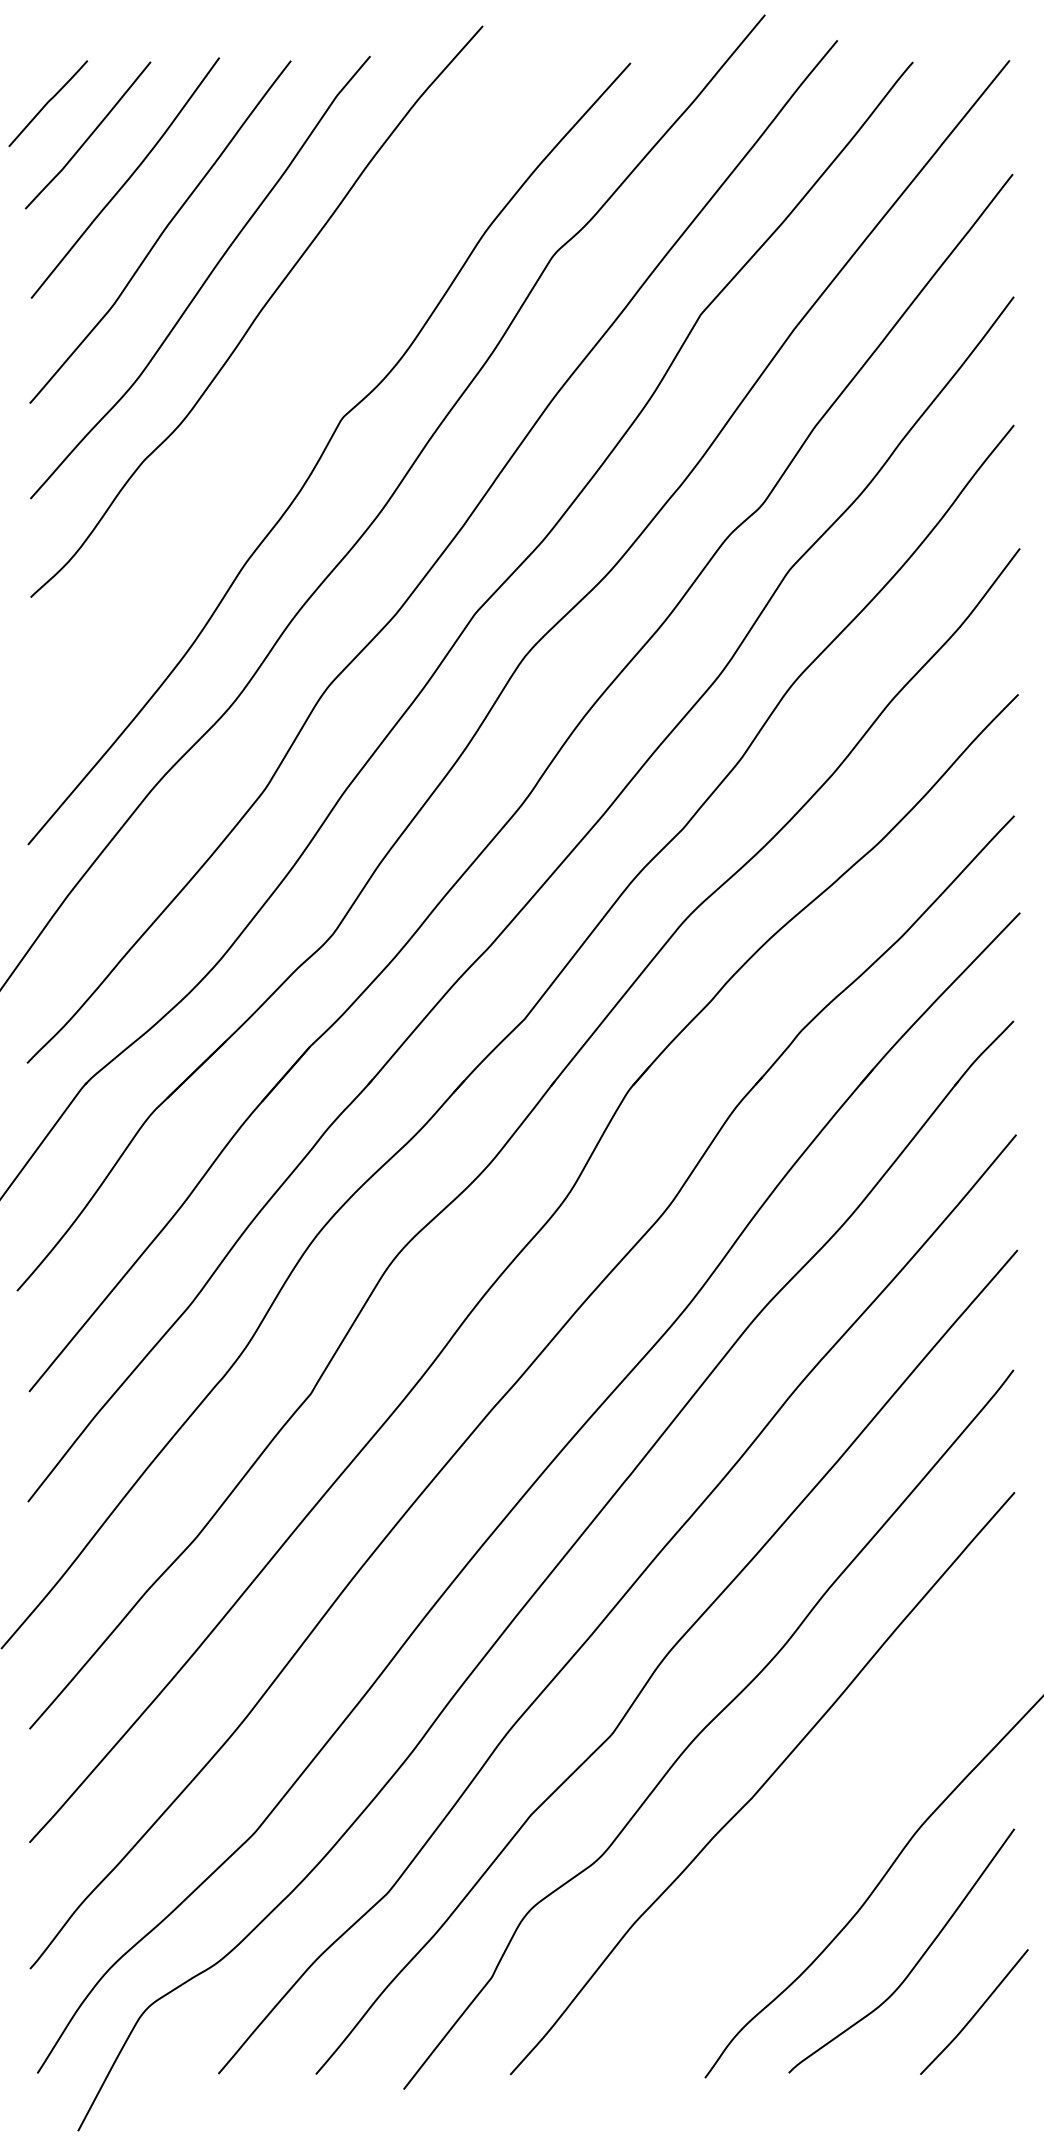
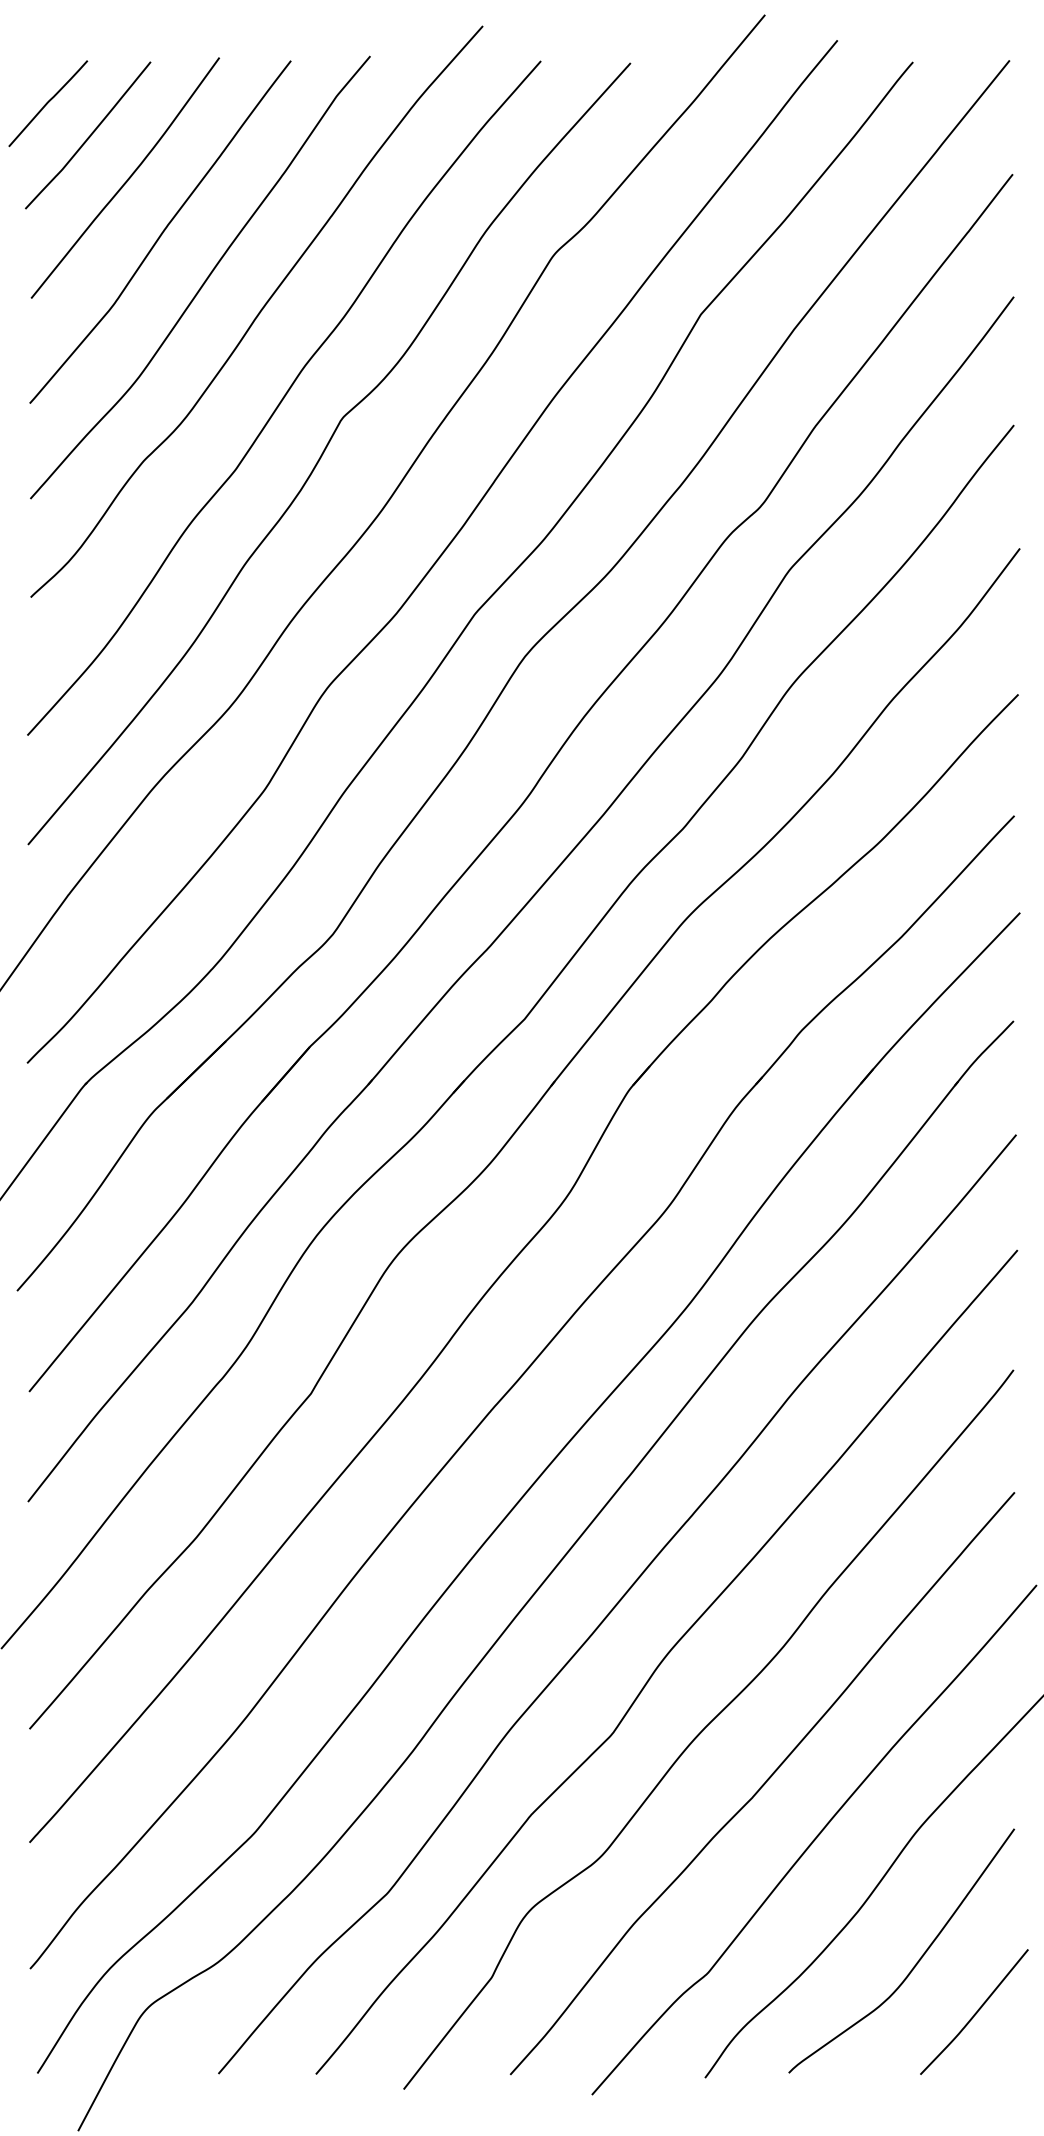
curve at (284, 397): none -> present
curve at (814, 1839): none -> present
